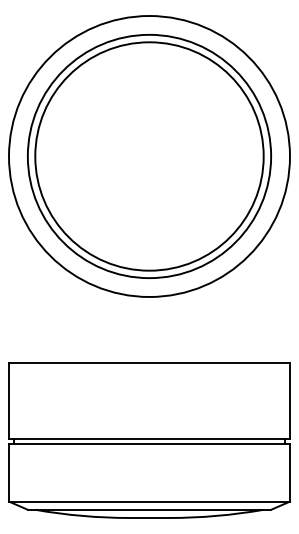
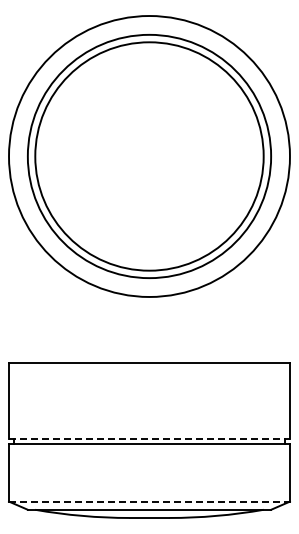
line at (149, 439): solid -> dashed
line at (149, 501): solid -> dashed
